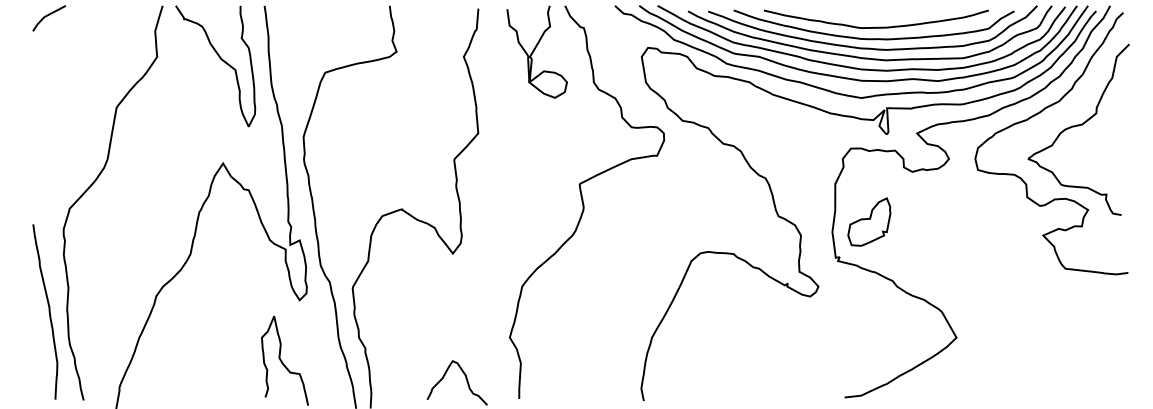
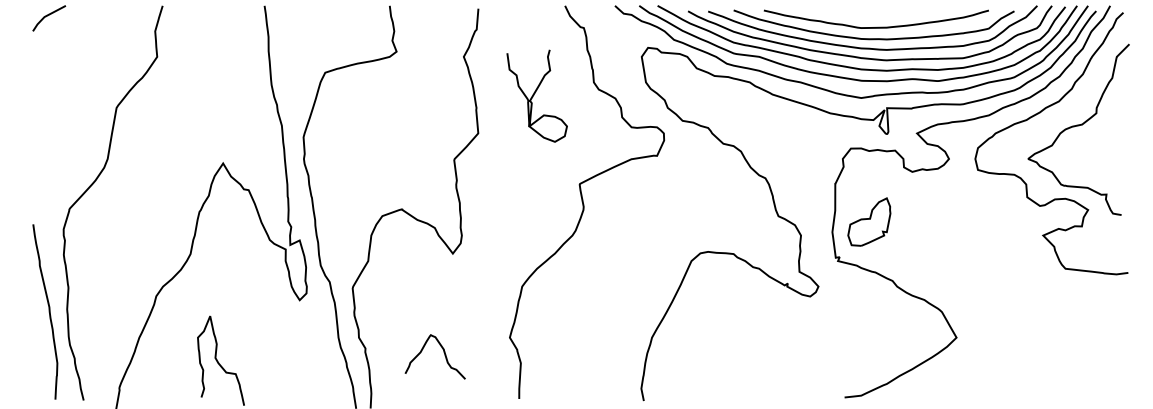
curve at (534, 51) position: (534, 51) -> (534, 95)
curve at (221, 60): present -> none
curve at (282, 361) position: (282, 361) -> (218, 361)
curve at (465, 378) position: (465, 378) -> (443, 352)
